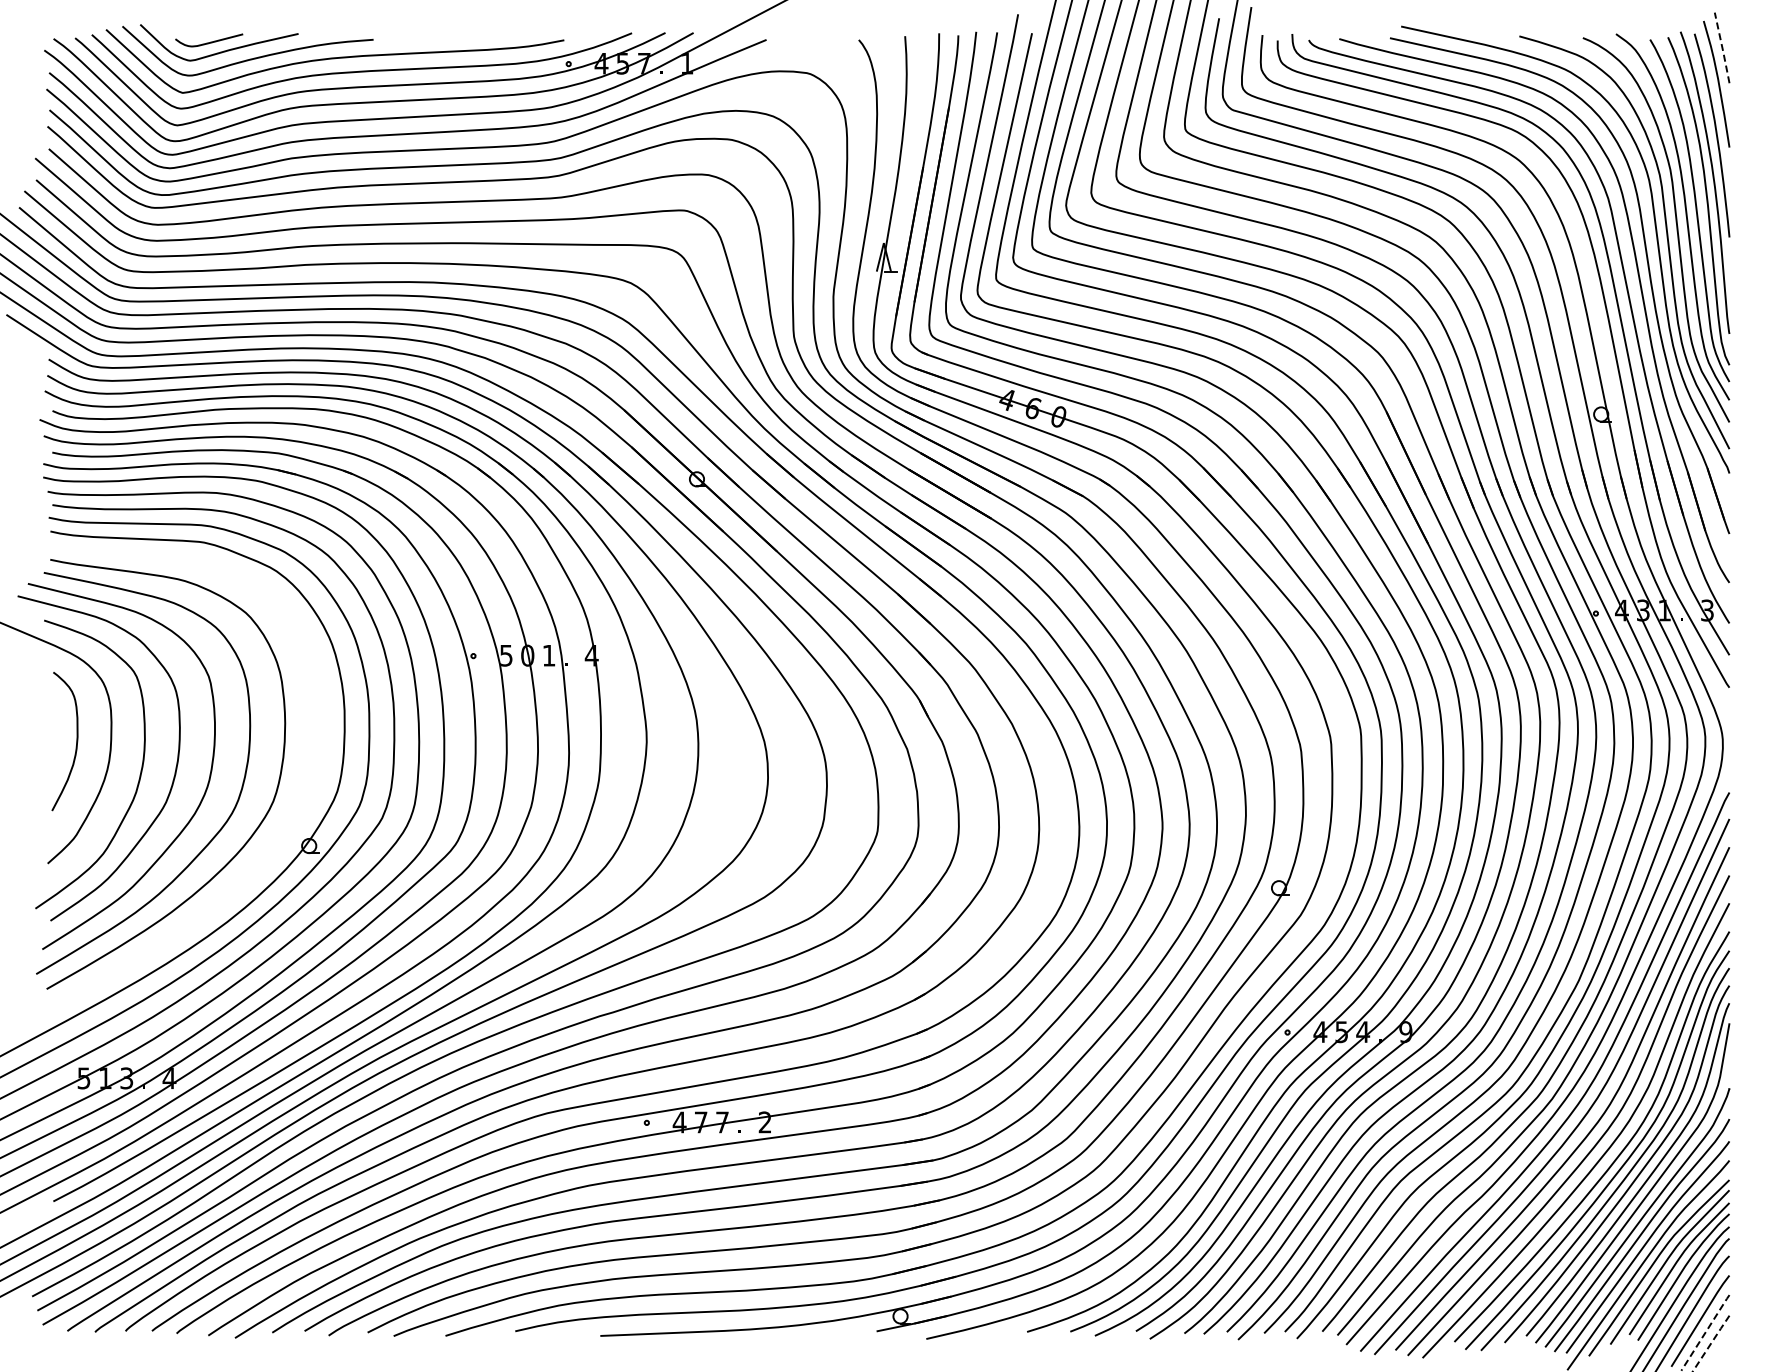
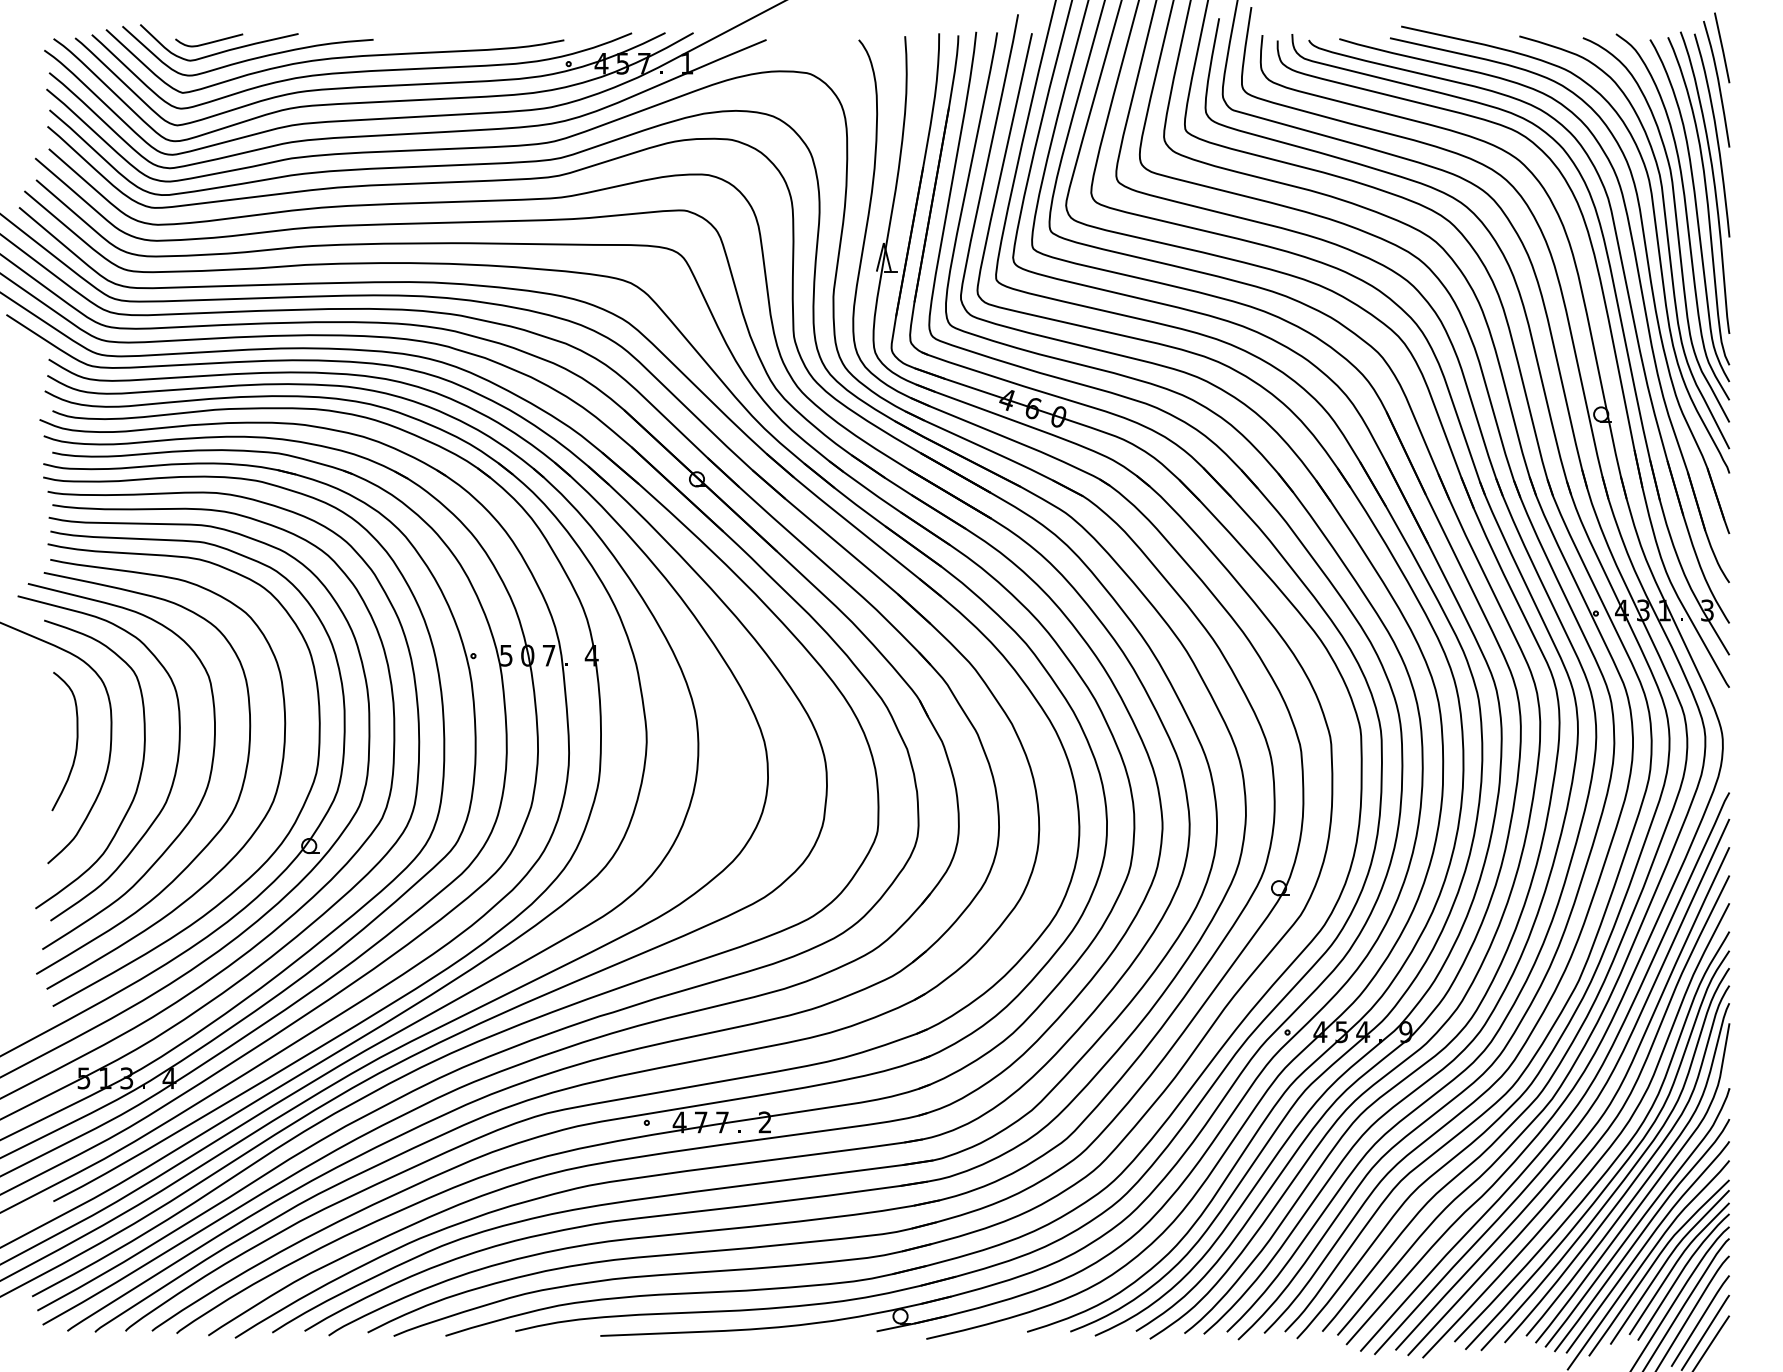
line at (1722, 48): dashed -> solid
text at (549, 655): 1 -> 7
curve at (274, 850): none -> present
line at (1705, 1332): dashed -> solid
line at (1711, 1343): dashed -> solid
